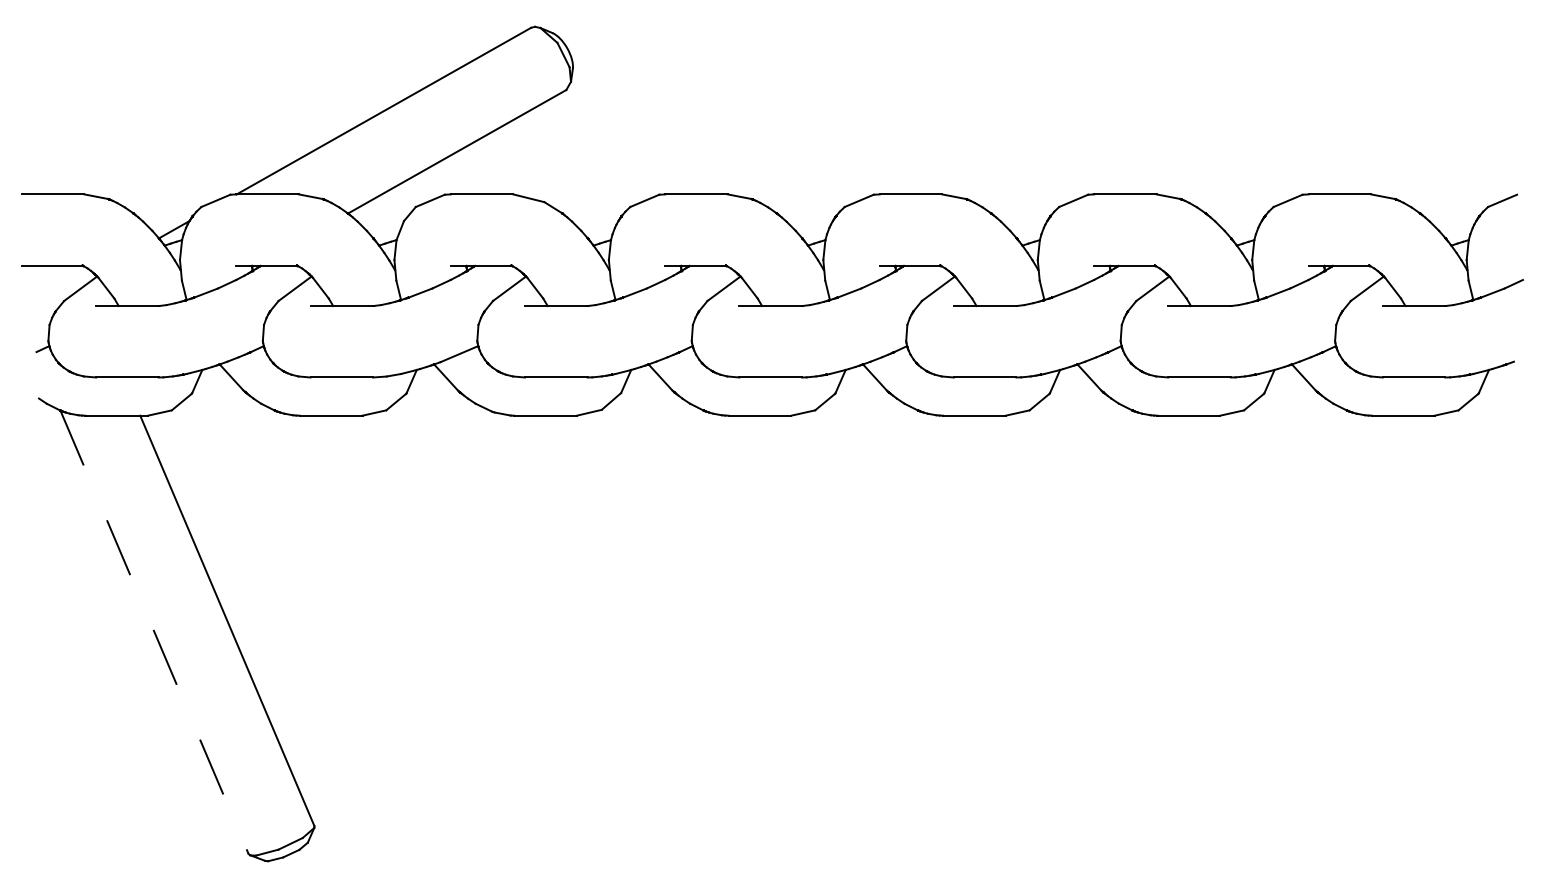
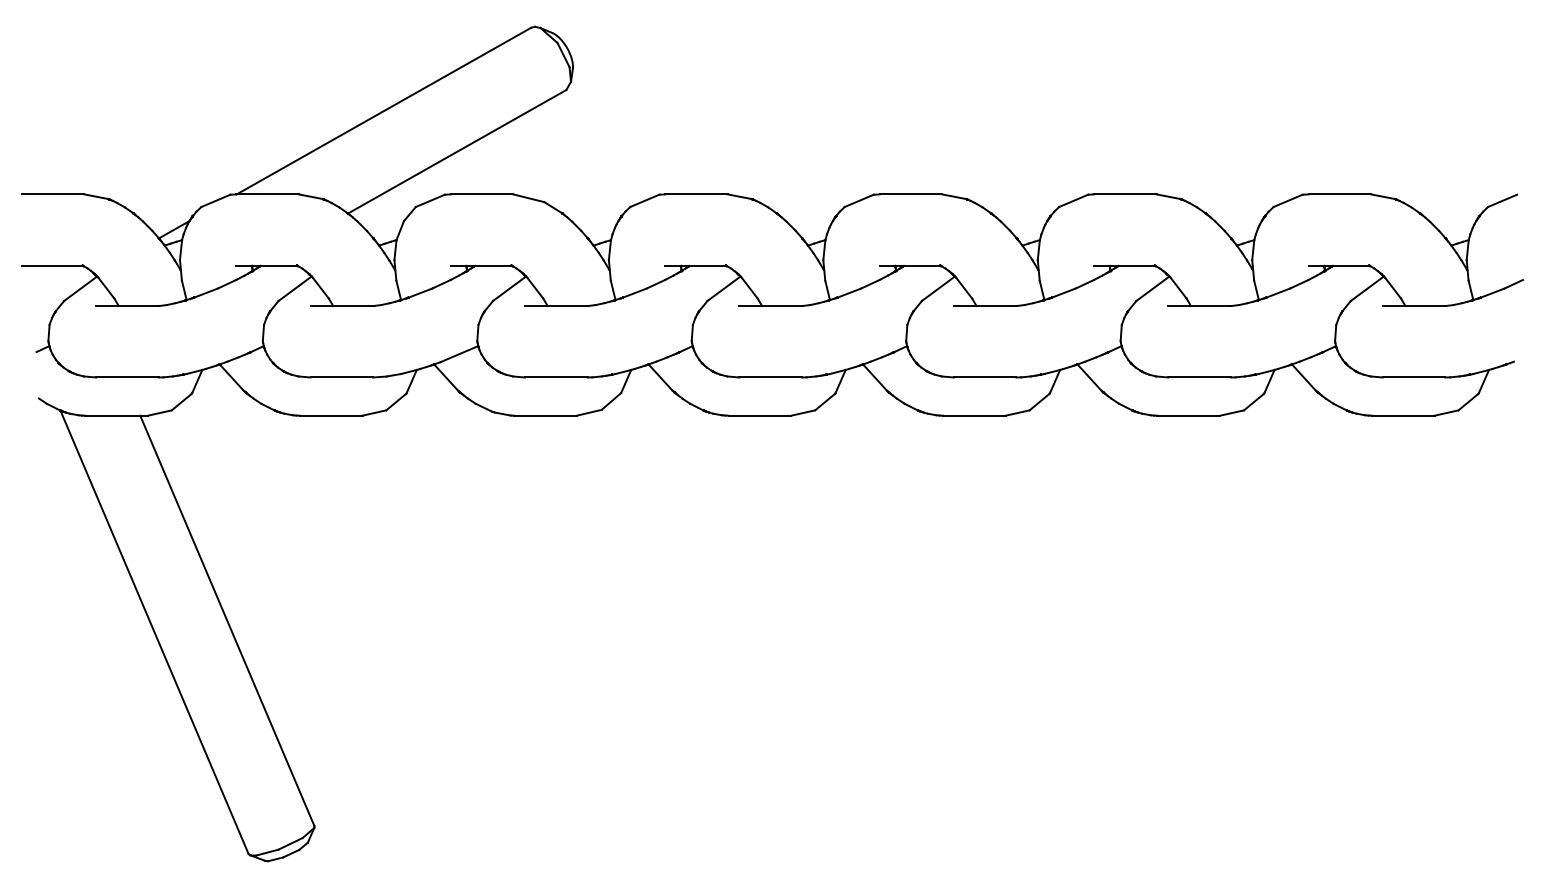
line at (154, 632): dashed -> solid
